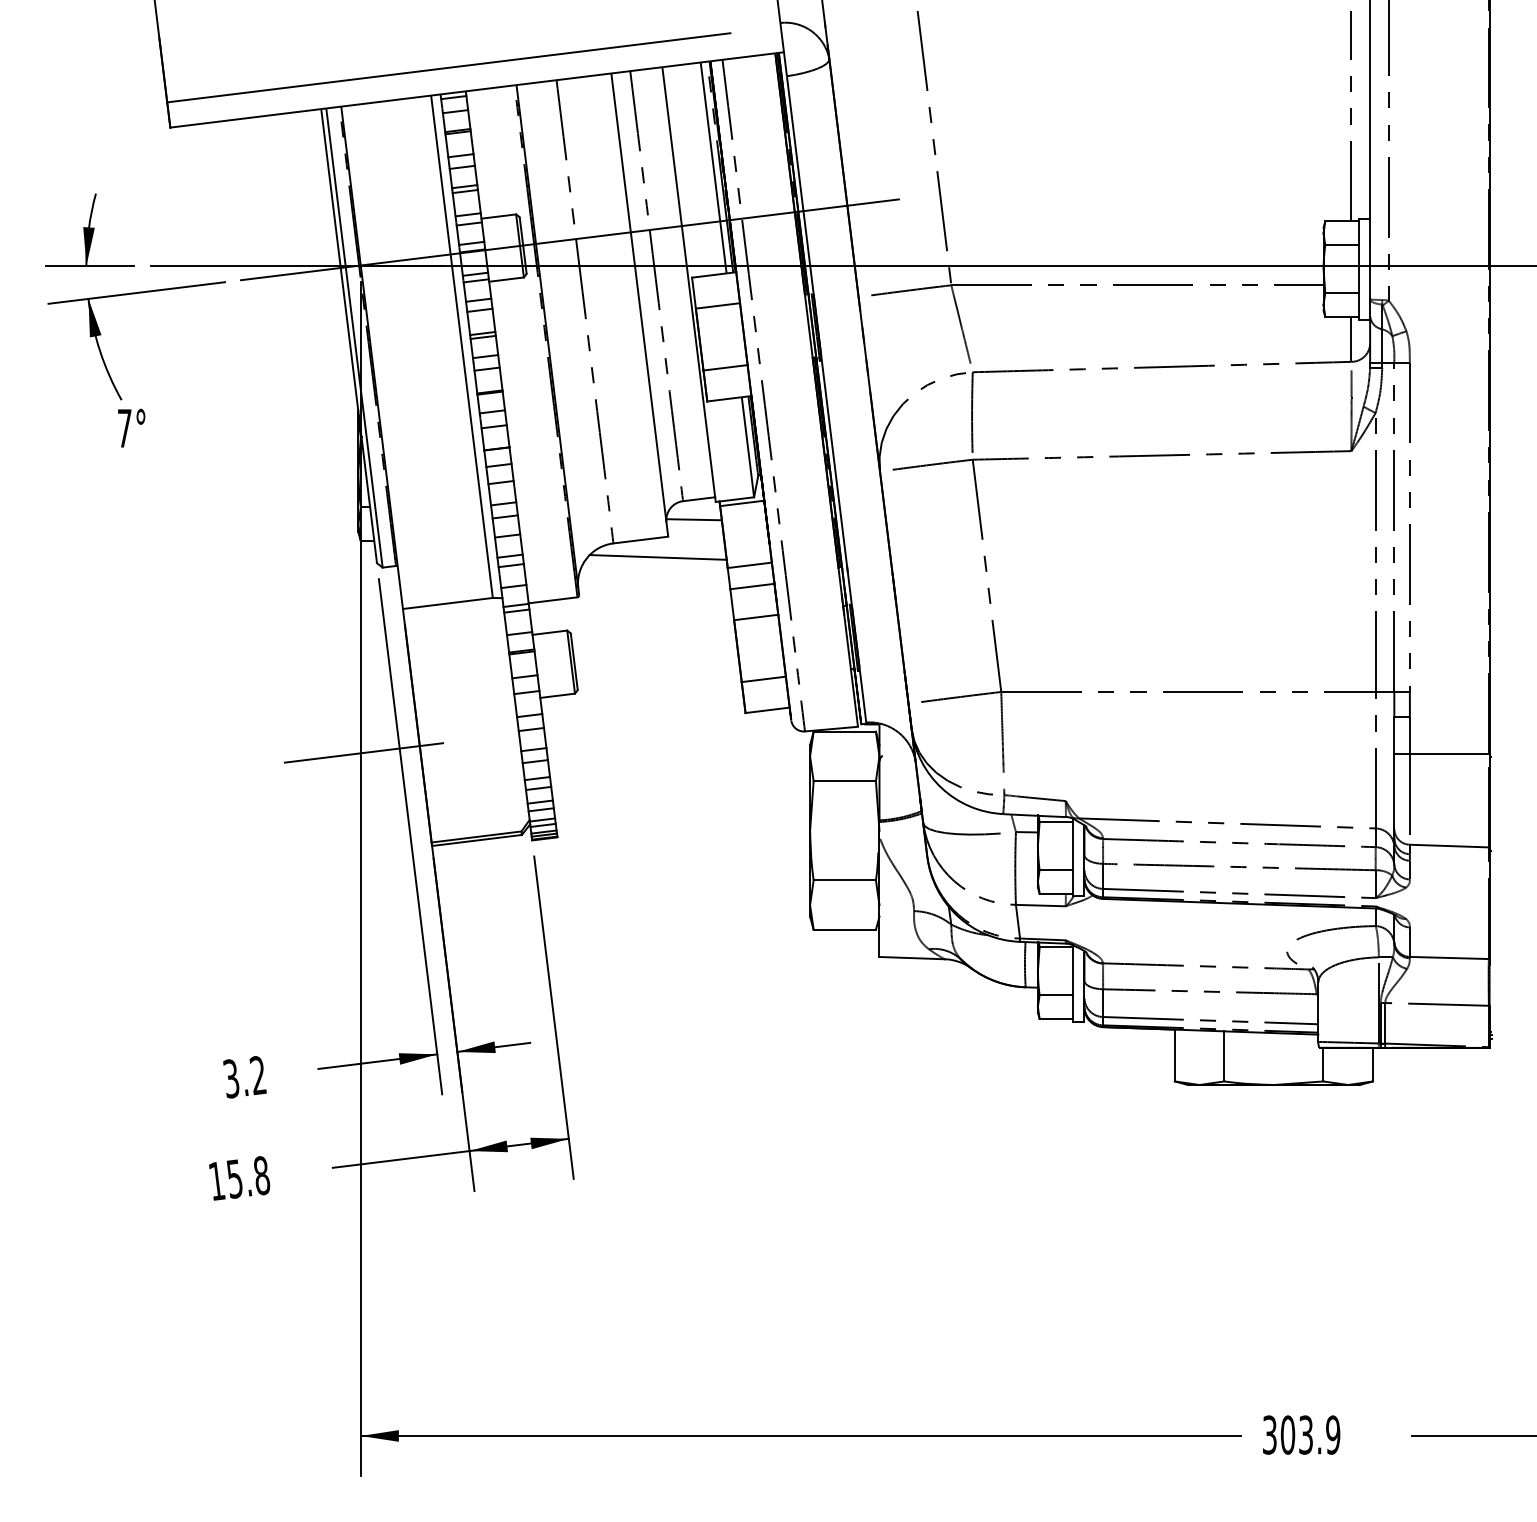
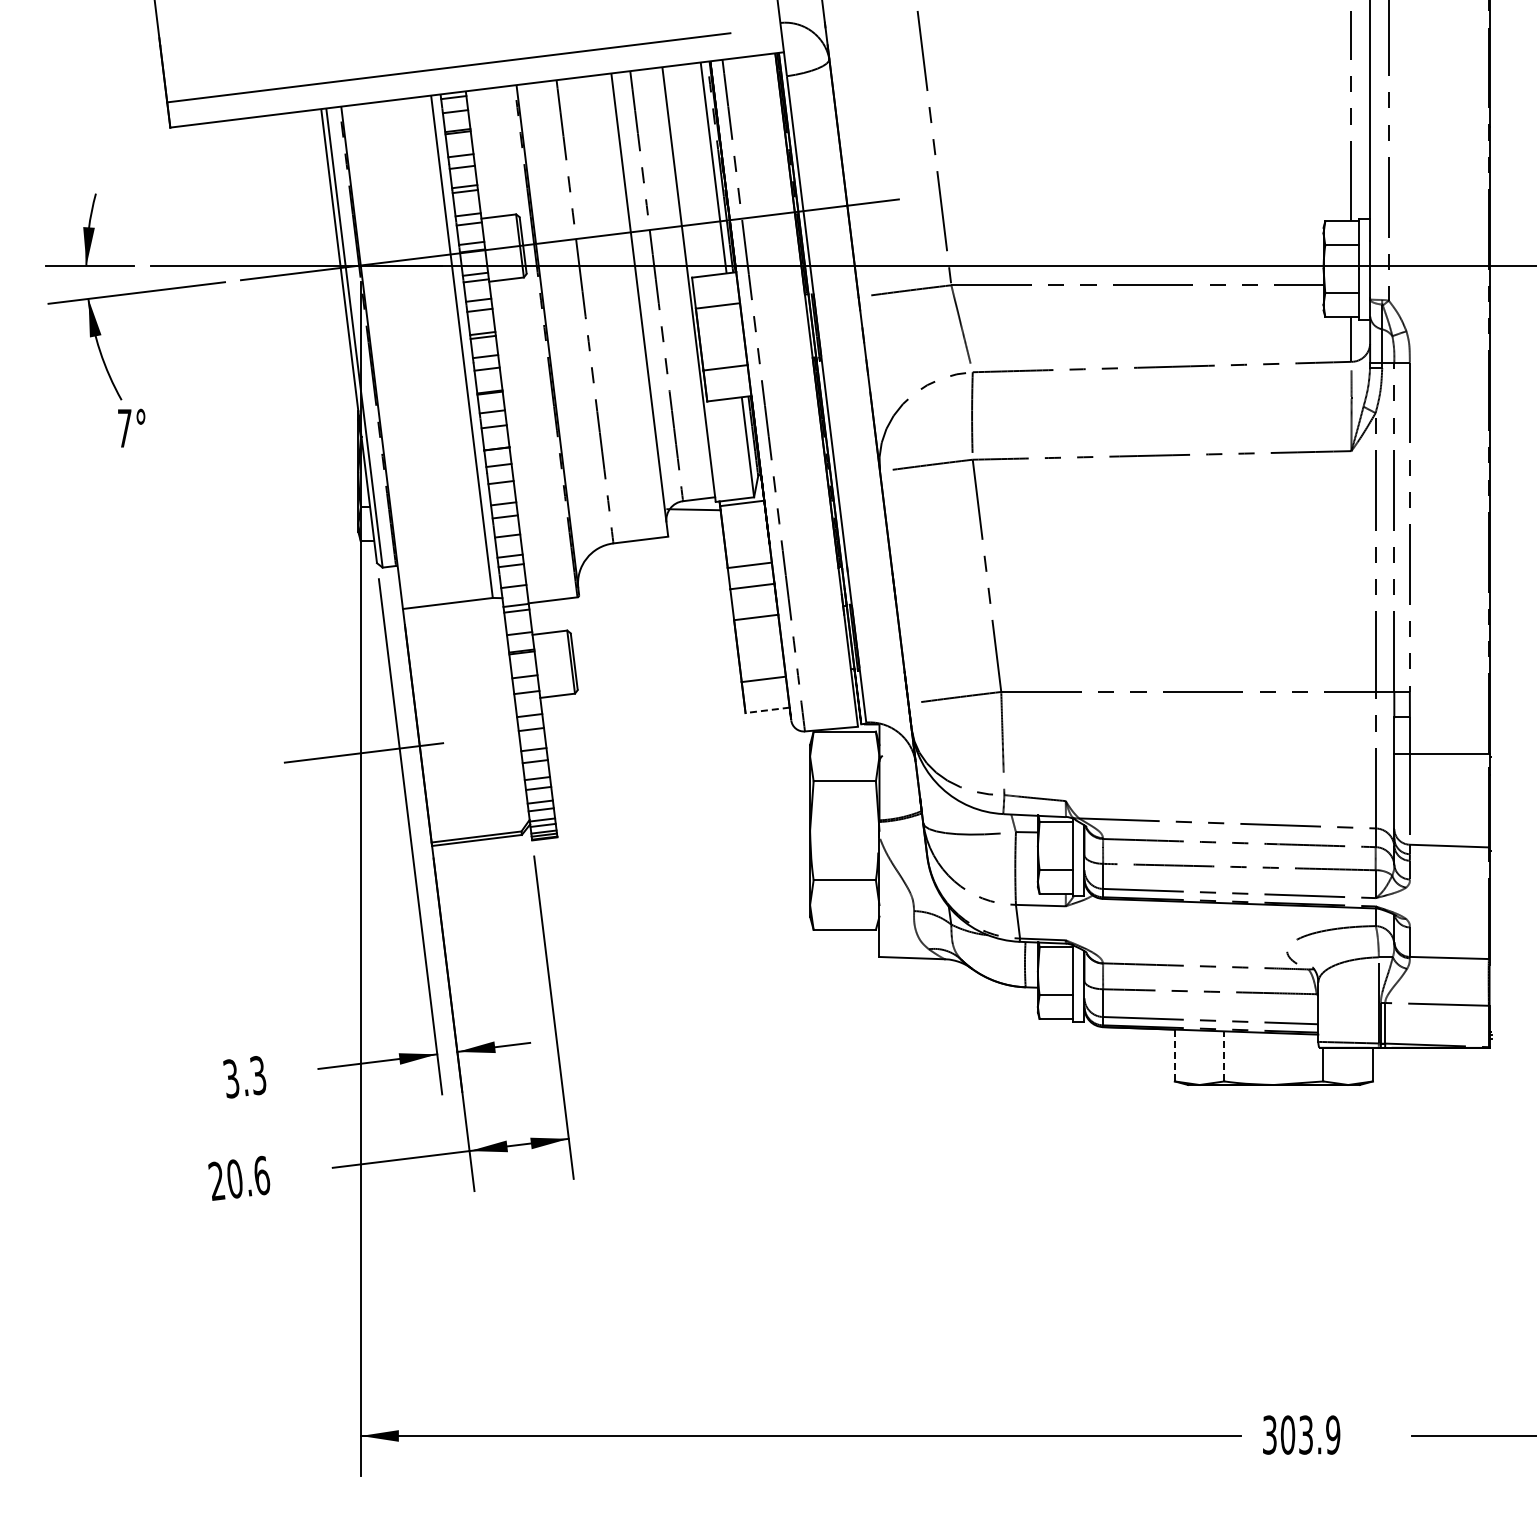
line at (693, 519) position: (693, 519) -> (693, 509)
line at (657, 557): present -> none
line at (767, 710): solid -> dashed
line at (1174, 1055): solid -> dashed
line at (1224, 1055): solid -> dashed
text at (257, 1075): 3.2 -> 3.3
text at (239, 1177): 15.8 -> 20.6
